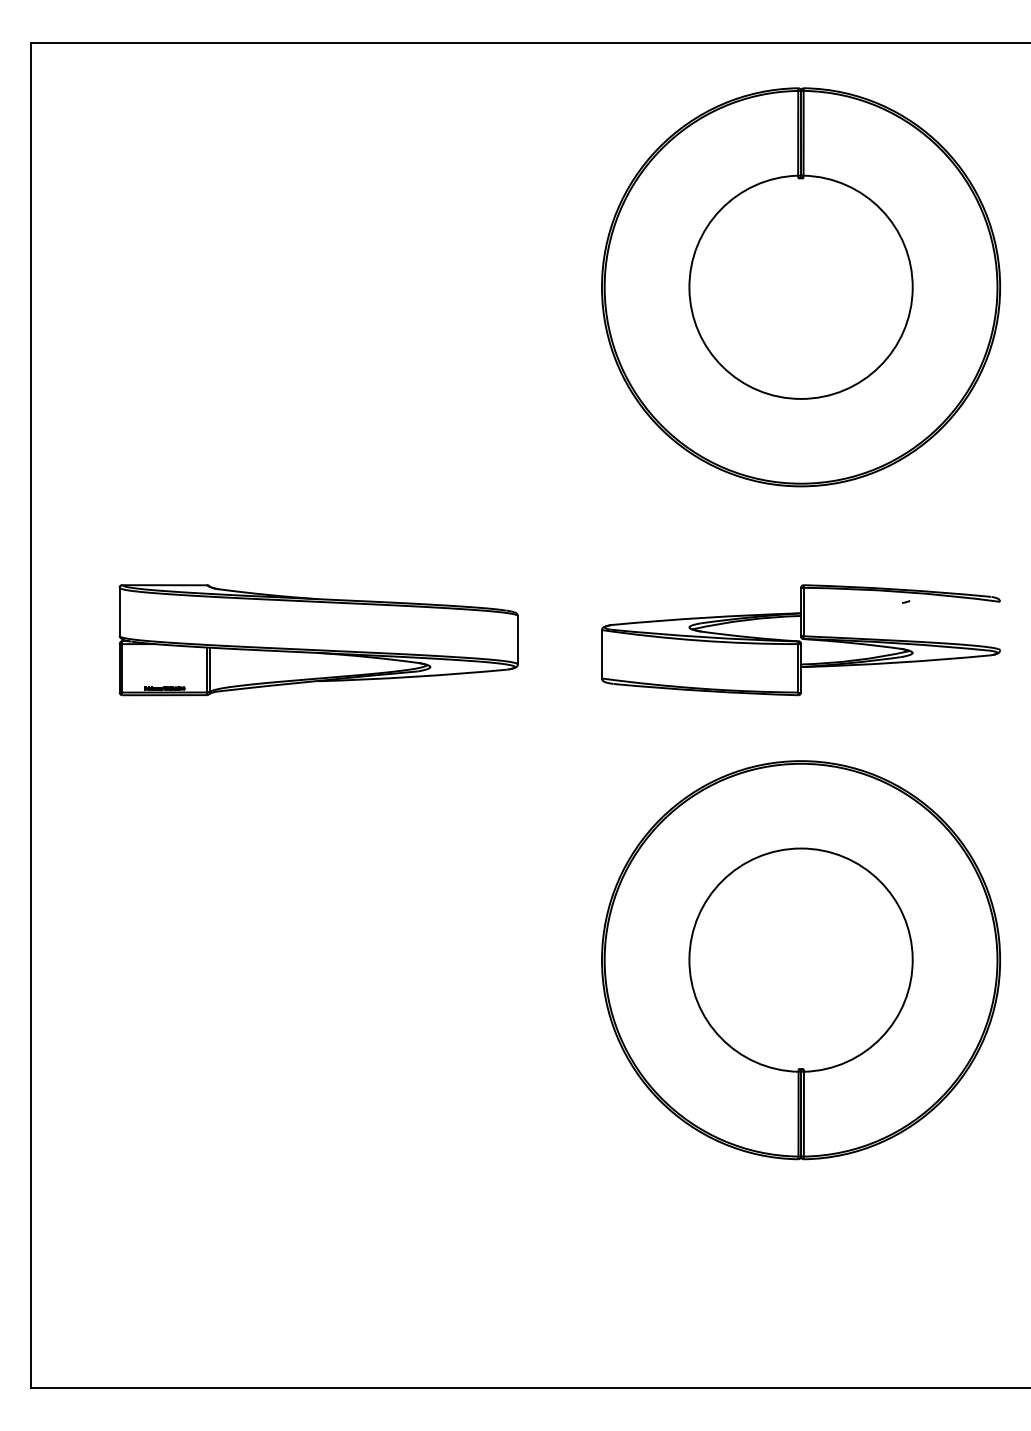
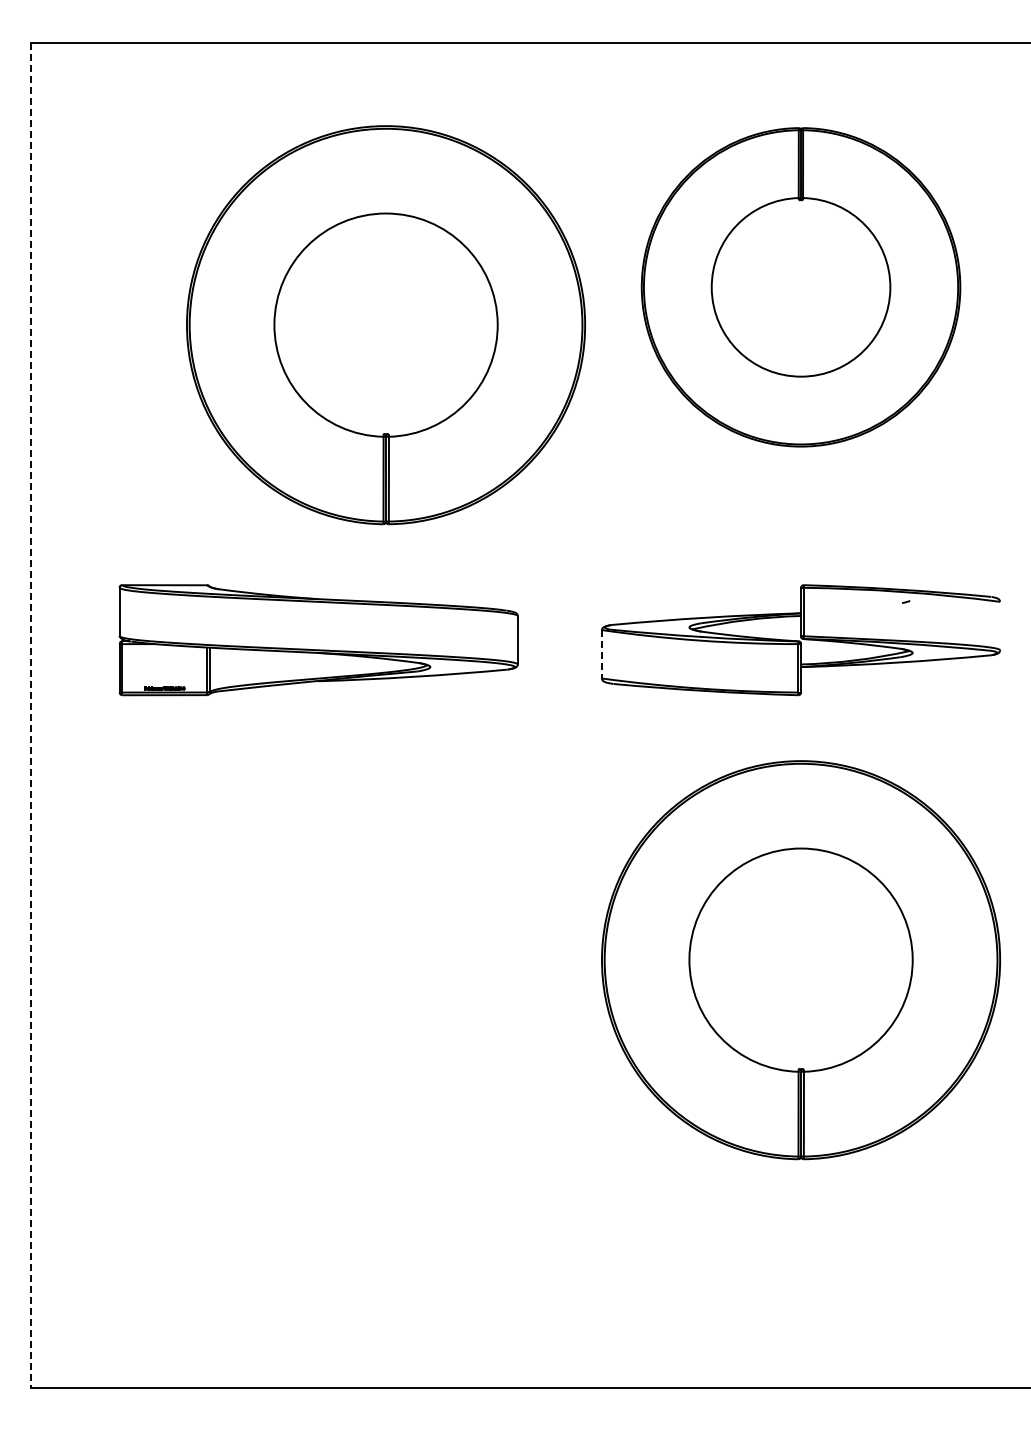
part at (800, 287) size: 400x401 px -> 322x321 px
part at (385, 325): none -> present
line at (601, 654): solid -> dashed
line at (30, 715): solid -> dashed
